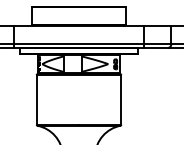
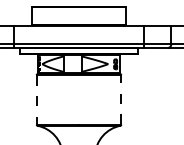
line at (36, 99): solid -> dashed
line at (121, 99): solid -> dashed
